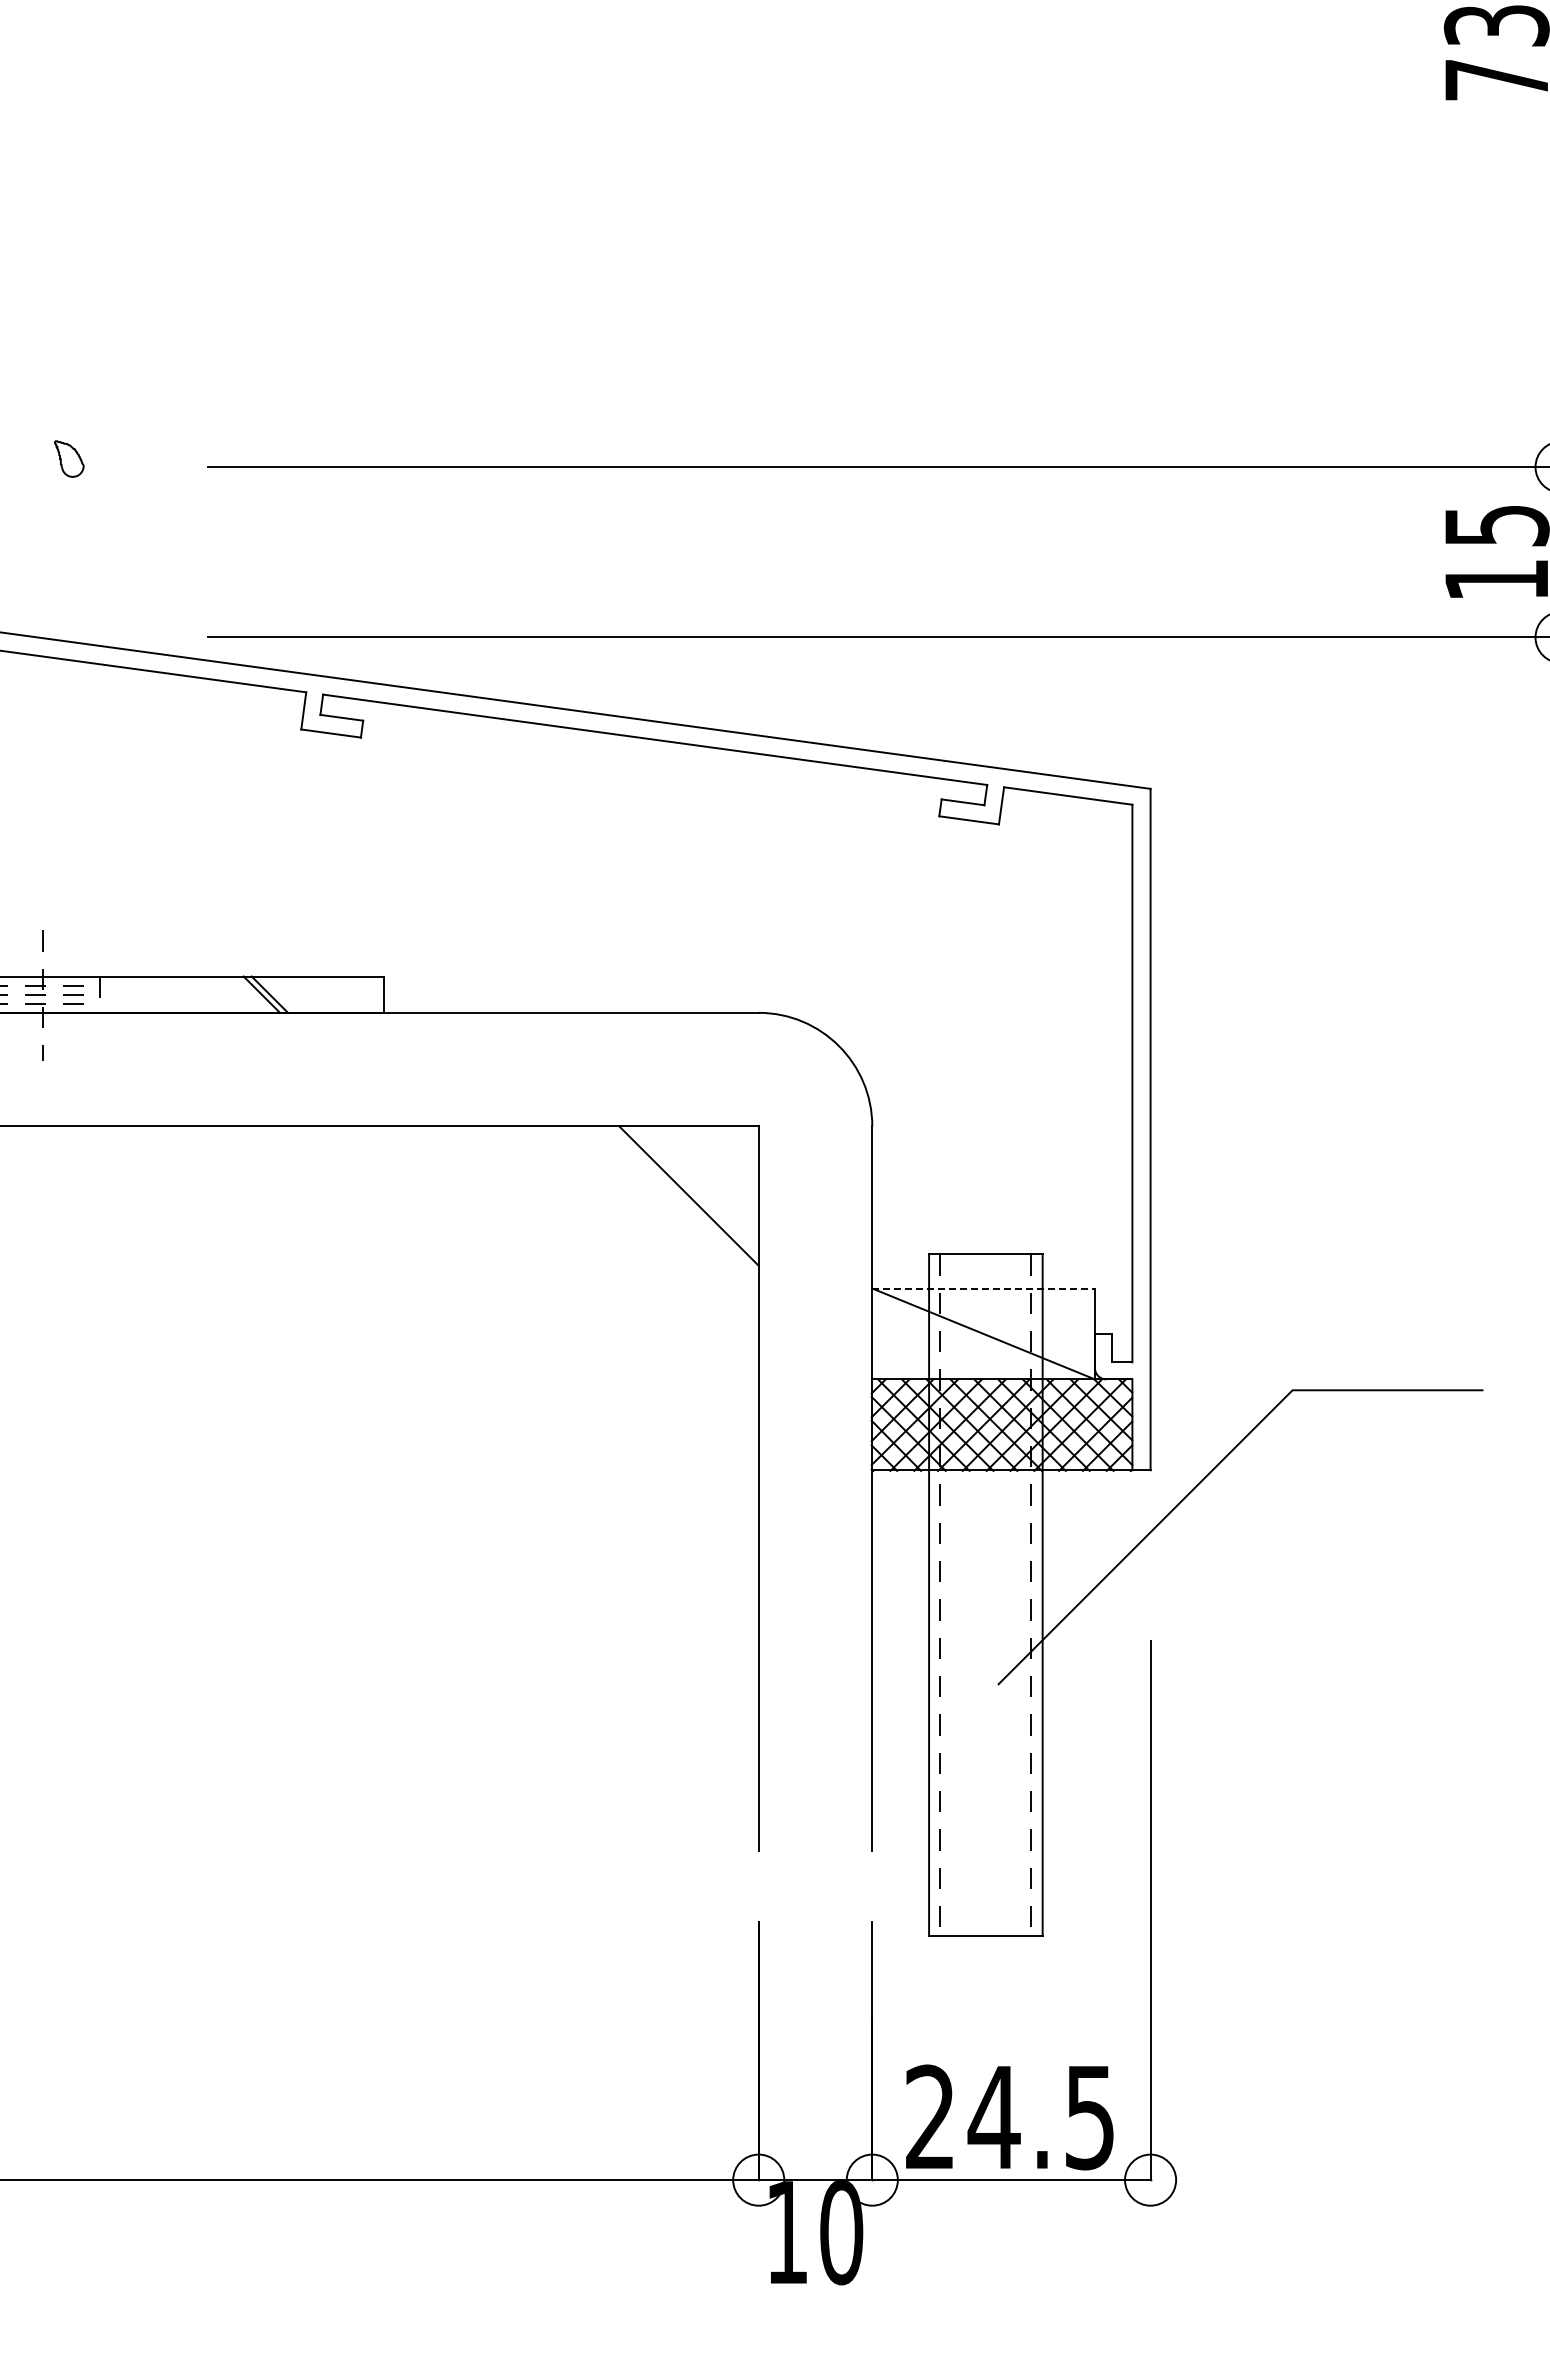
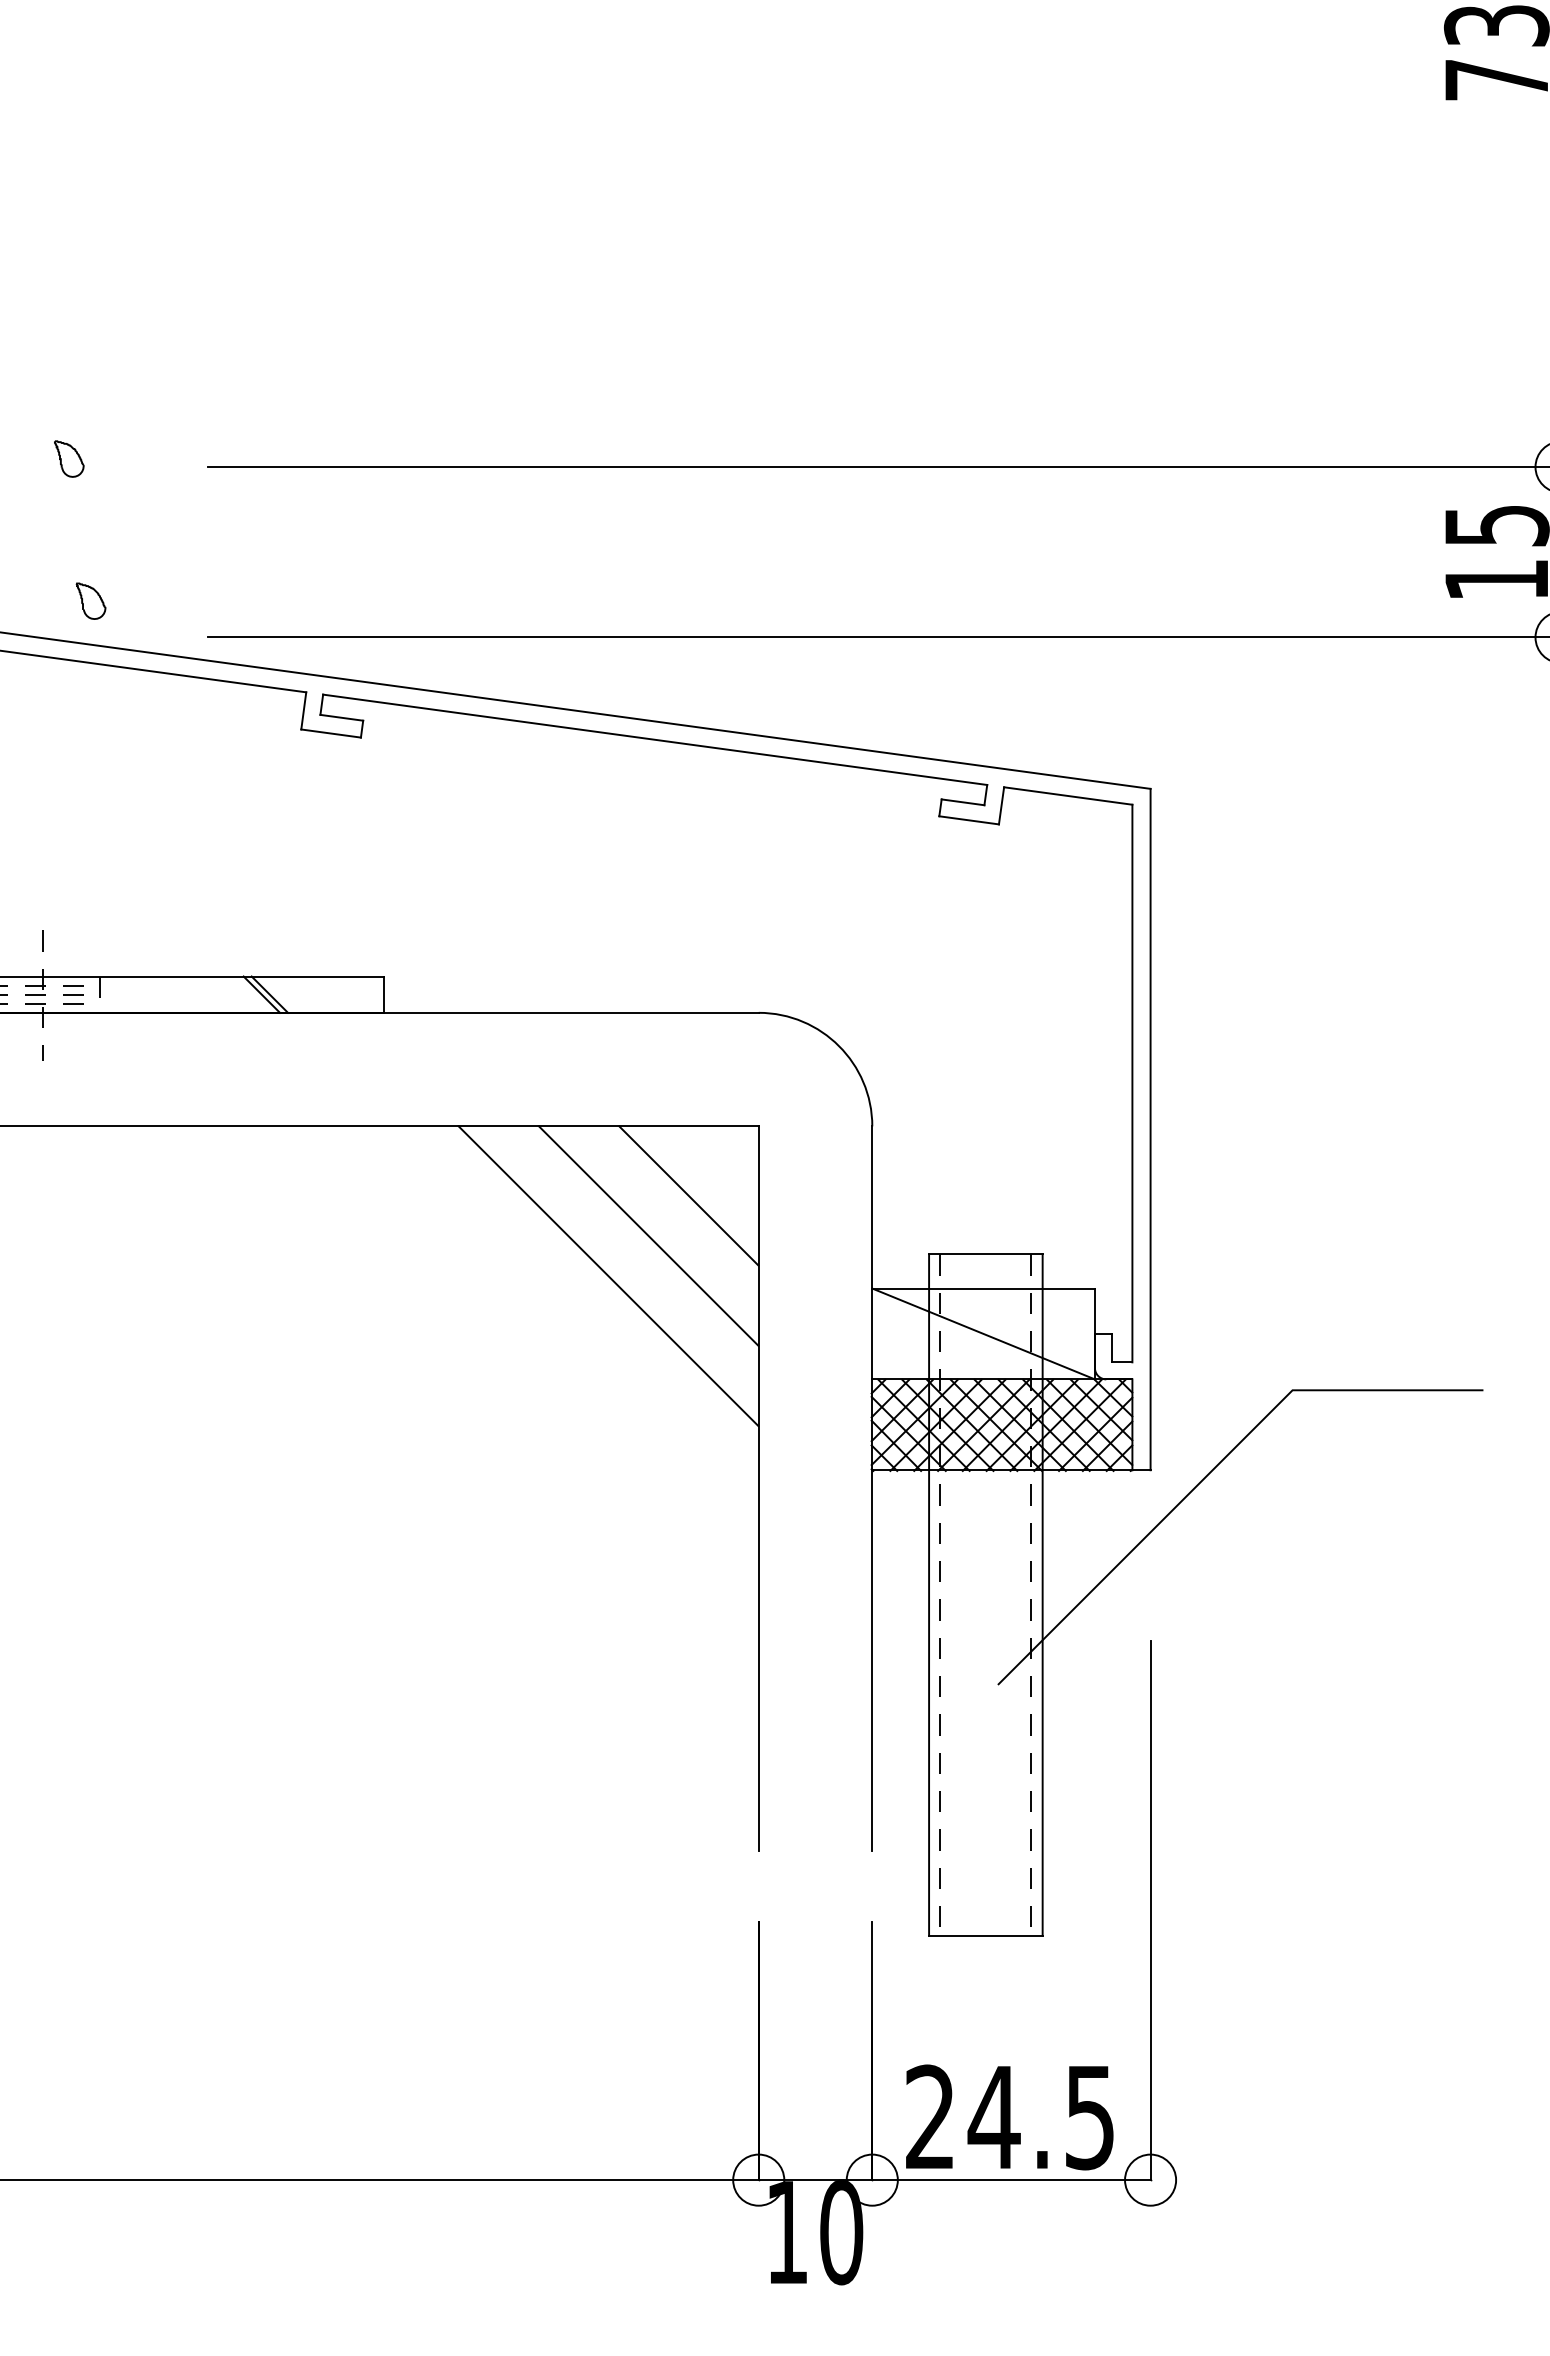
part at (90, 600): none -> present
line at (648, 1235): none -> present
line at (608, 1276): none -> present
line at (984, 1288): dashed -> solid
